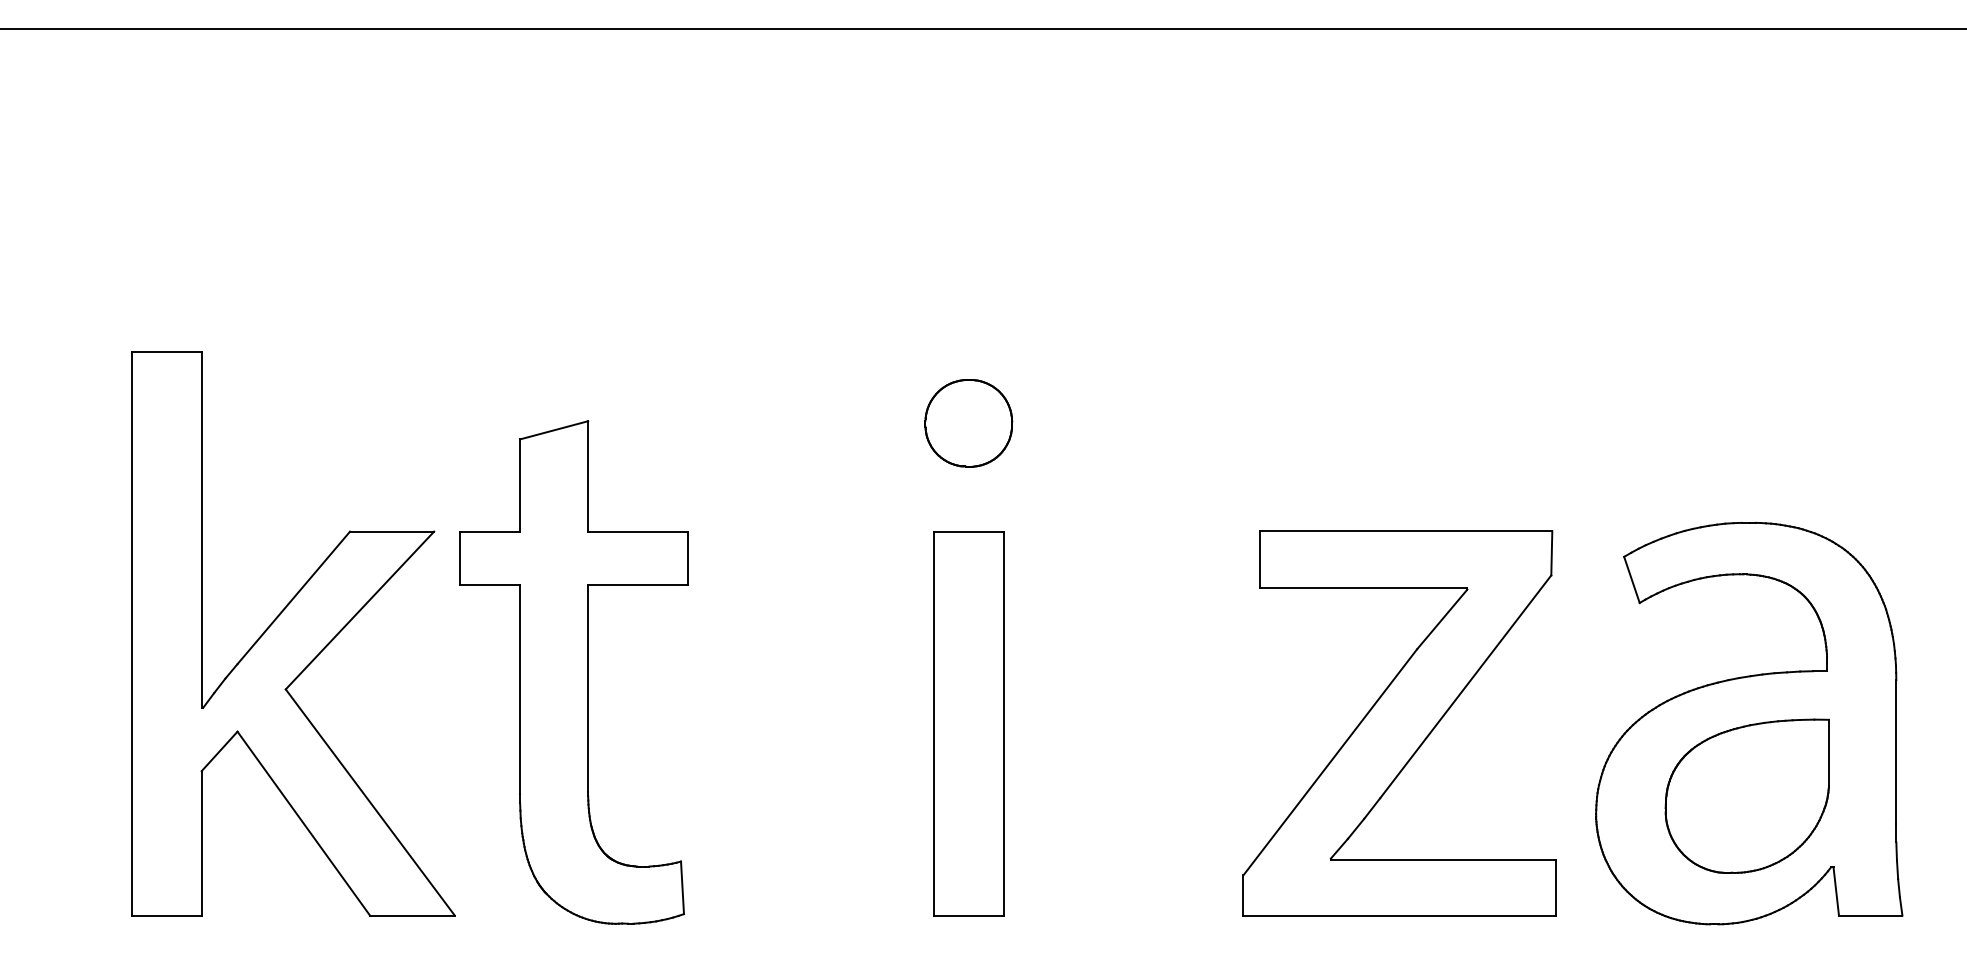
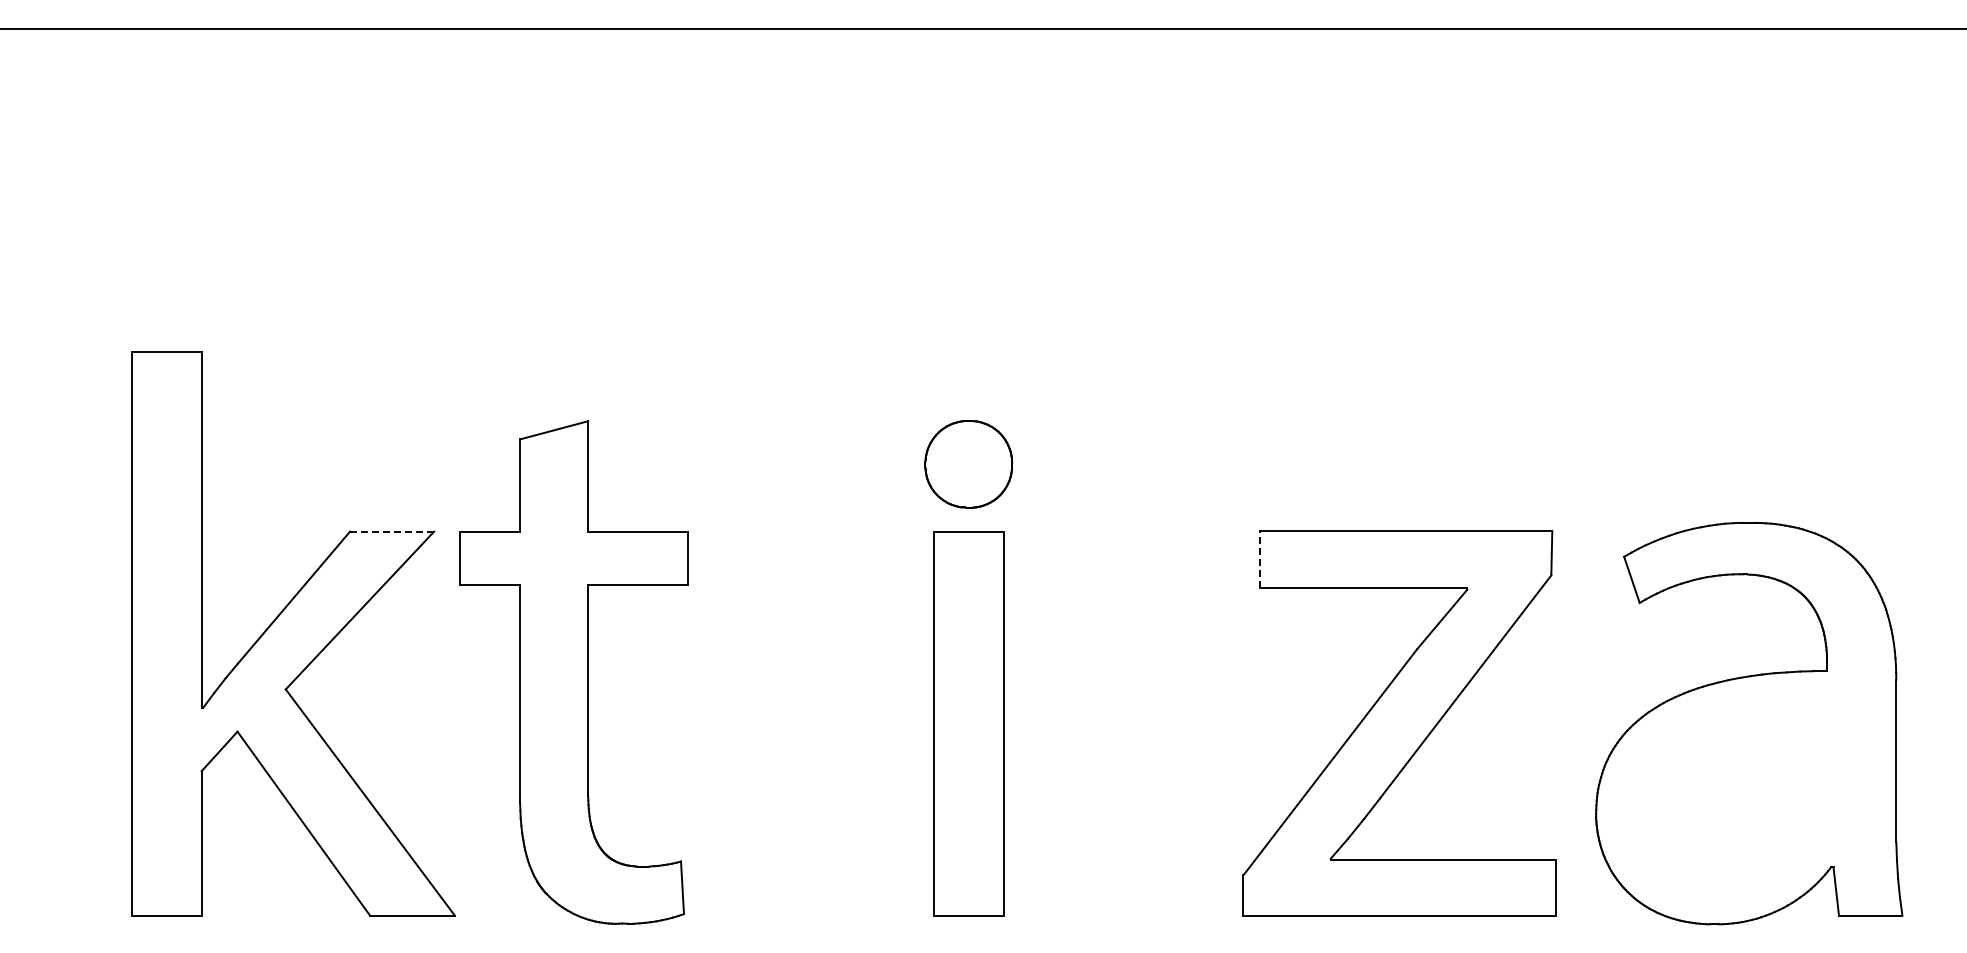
part at (968, 423) position: (968, 423) -> (968, 464)
line at (392, 531): solid -> dashed
line at (1259, 559): solid -> dashed
part at (1746, 795): present -> none
